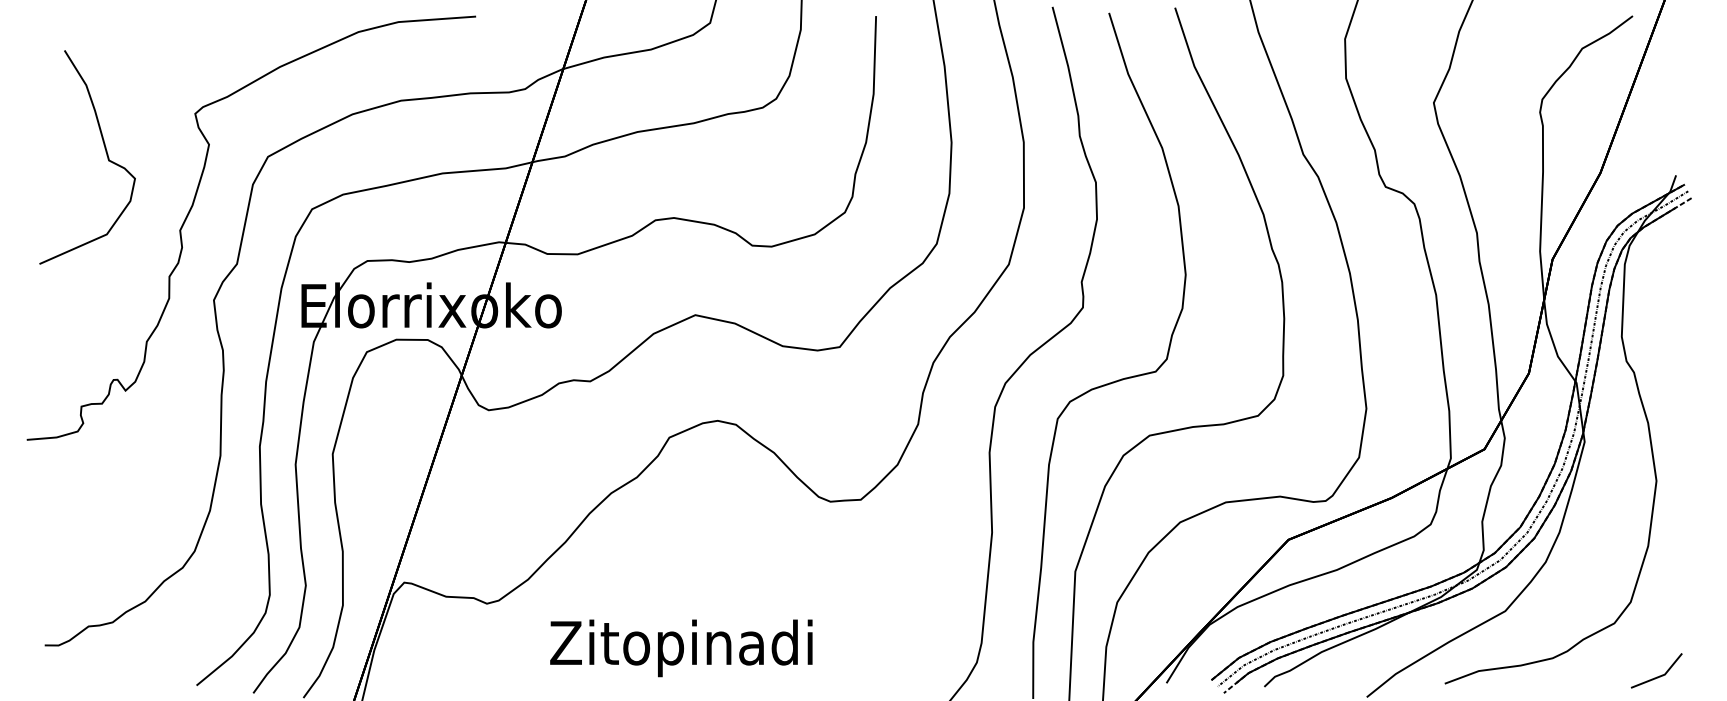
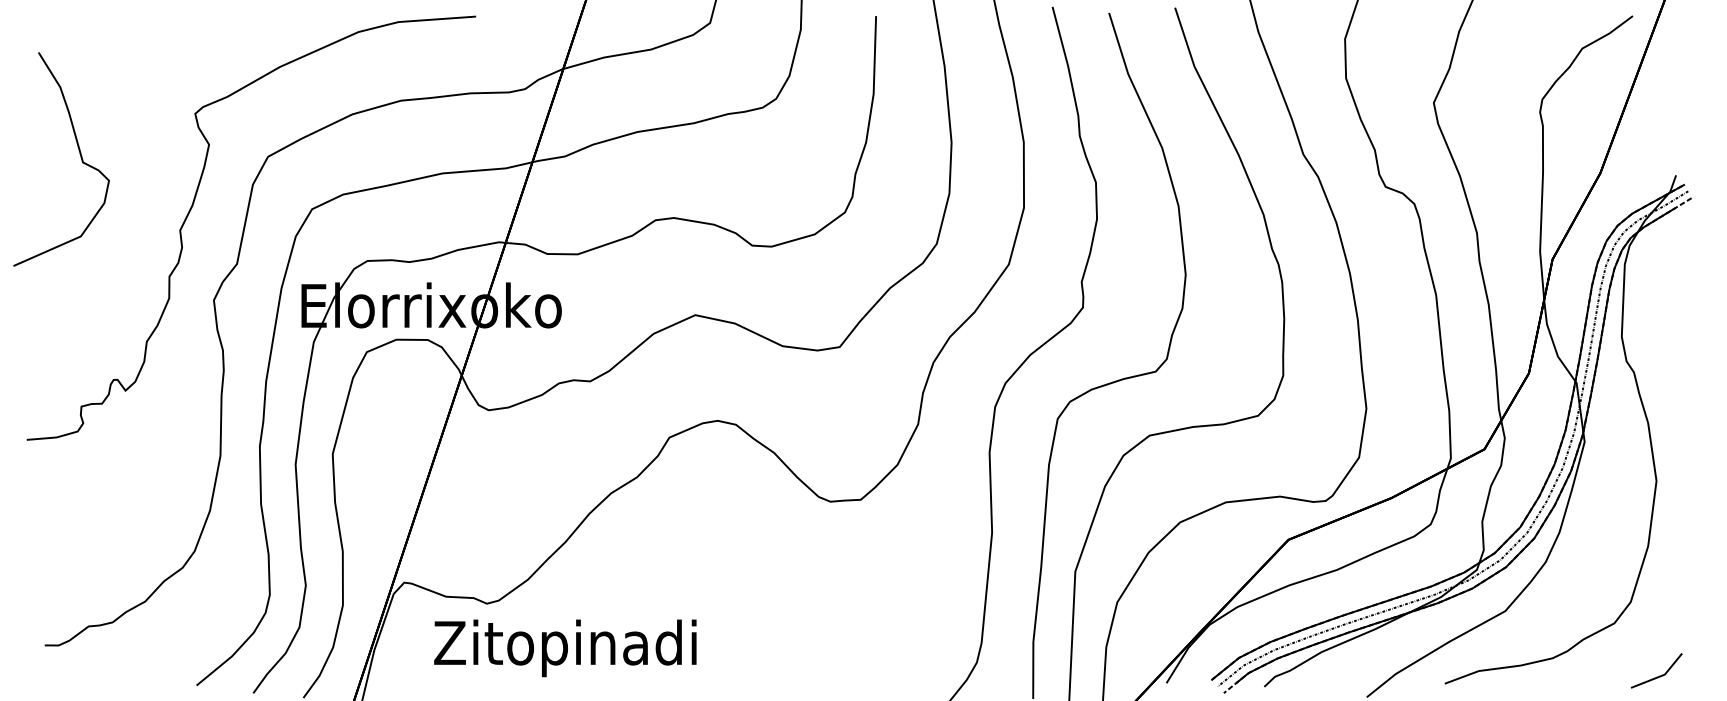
part at (105, 152) position: (105, 152) -> (79, 154)
text at (681, 648) position: (681, 648) -> (565, 648)
